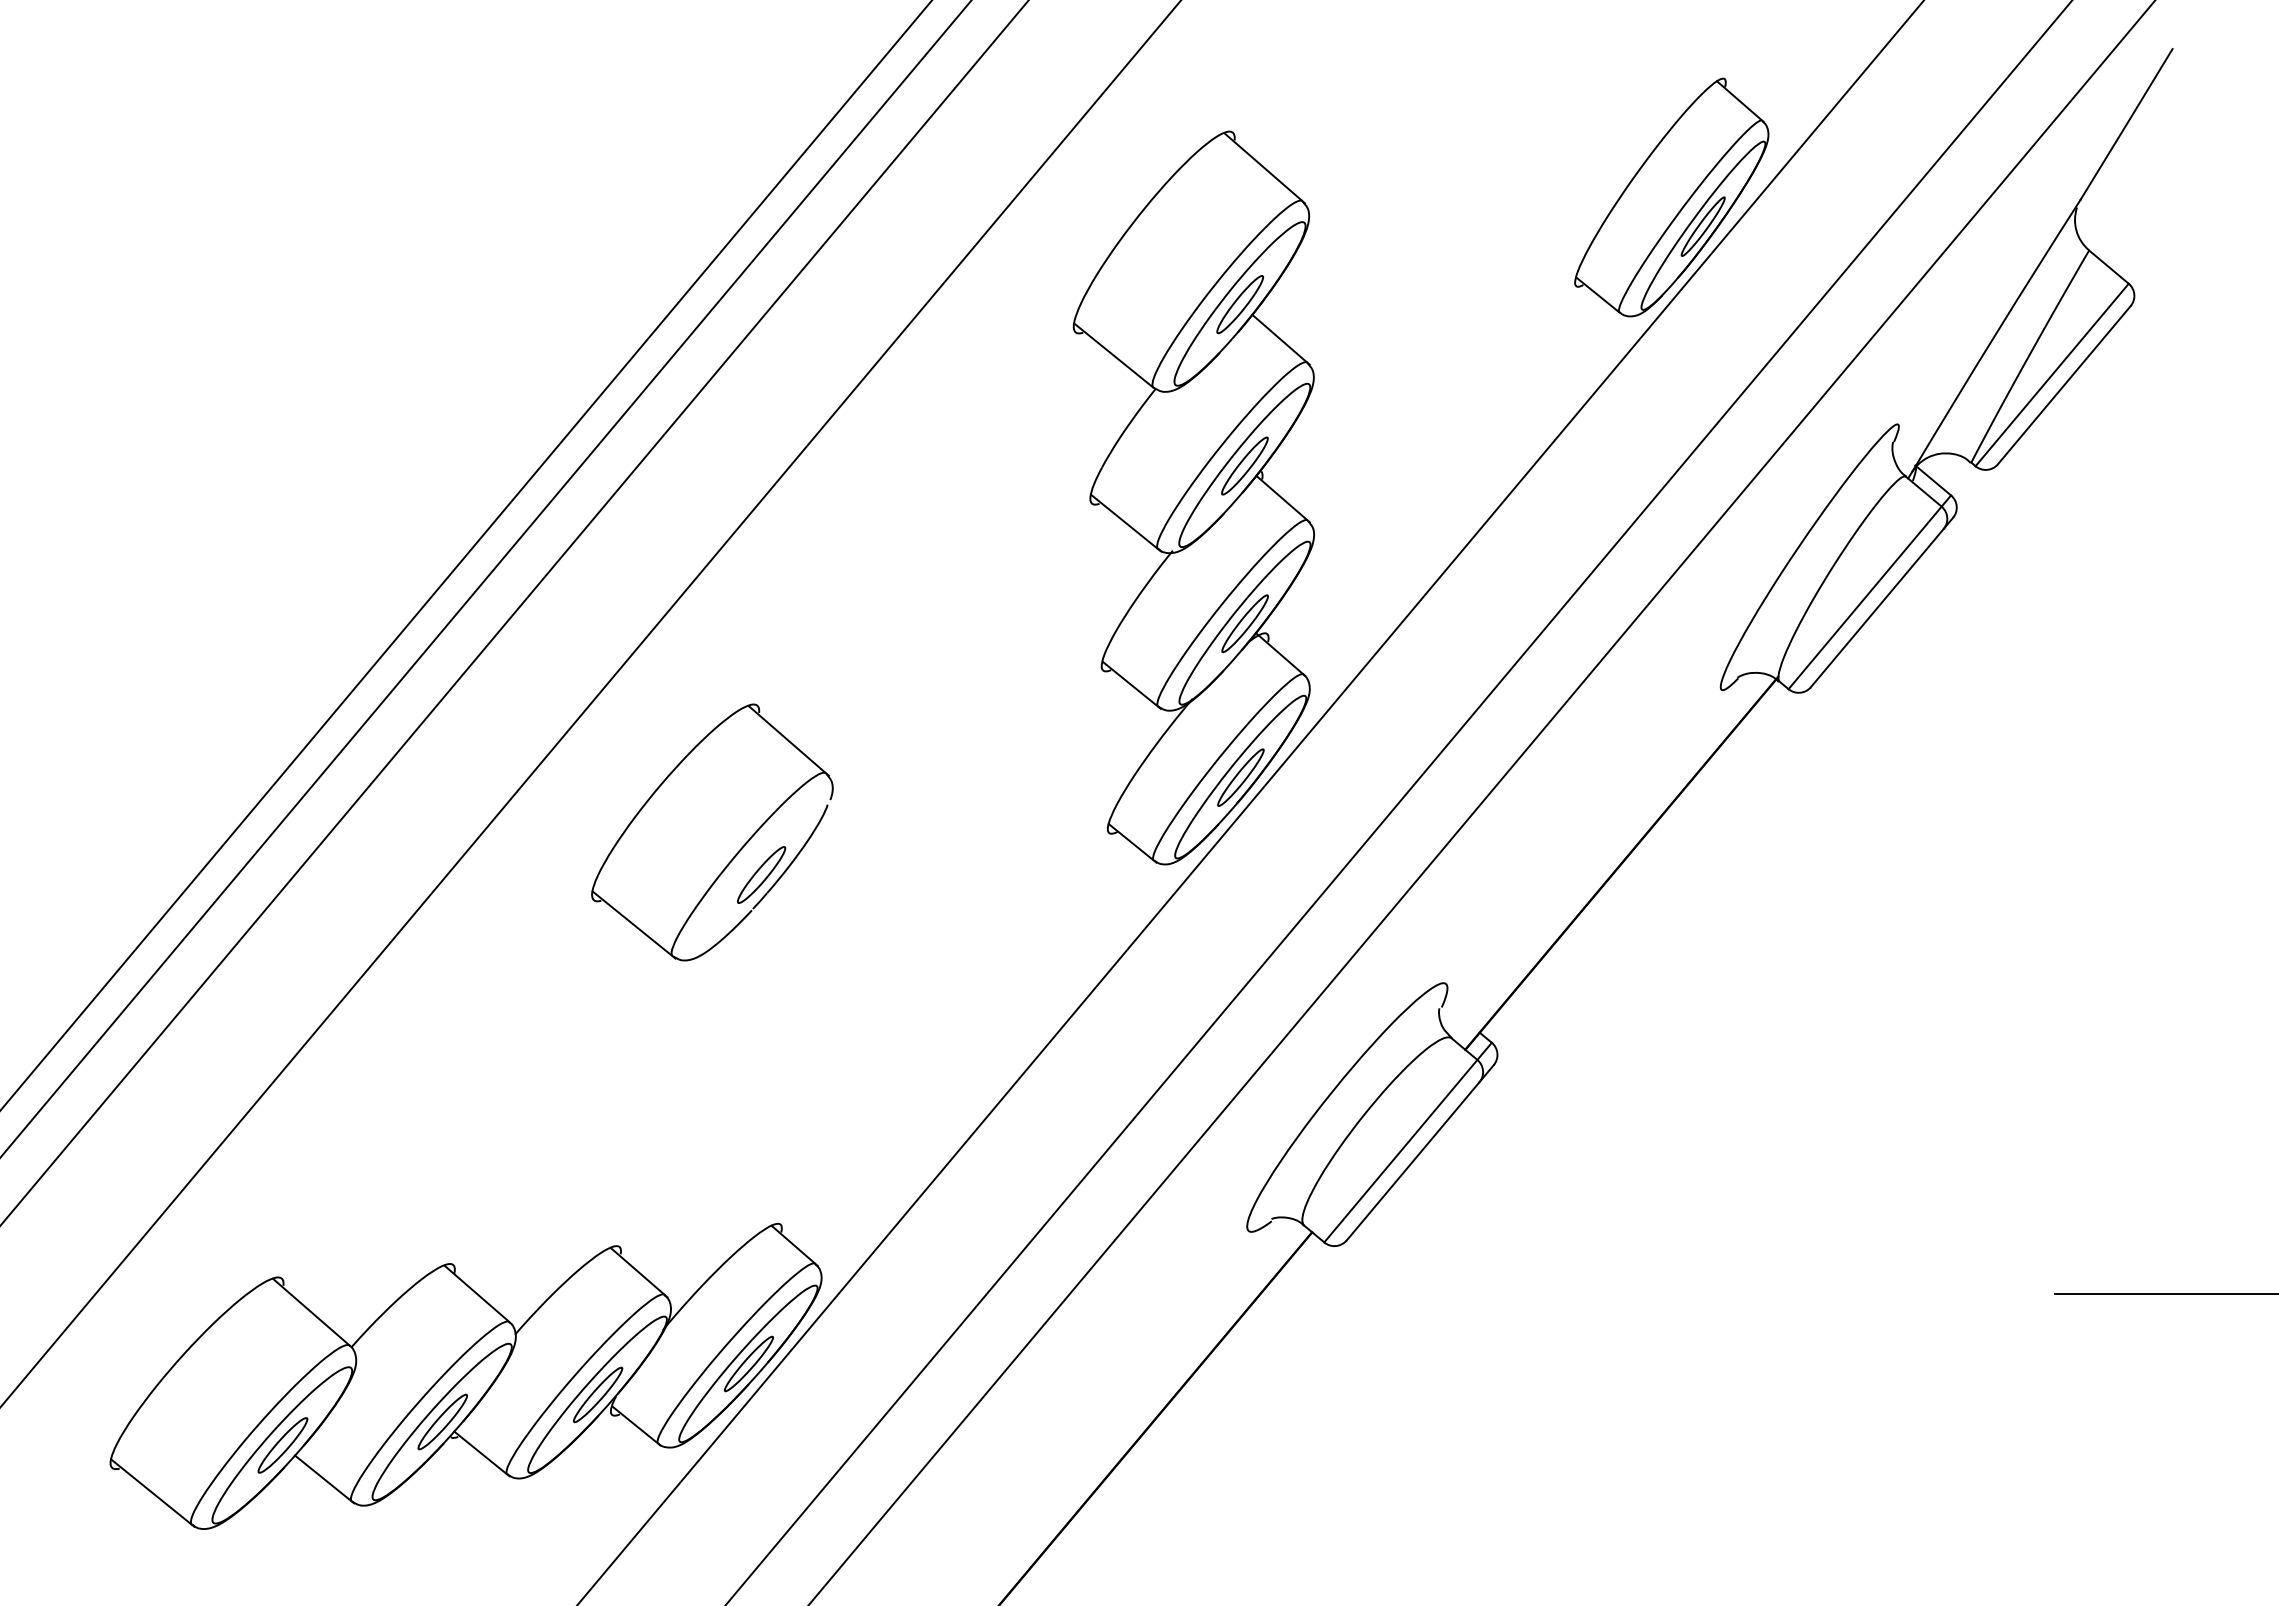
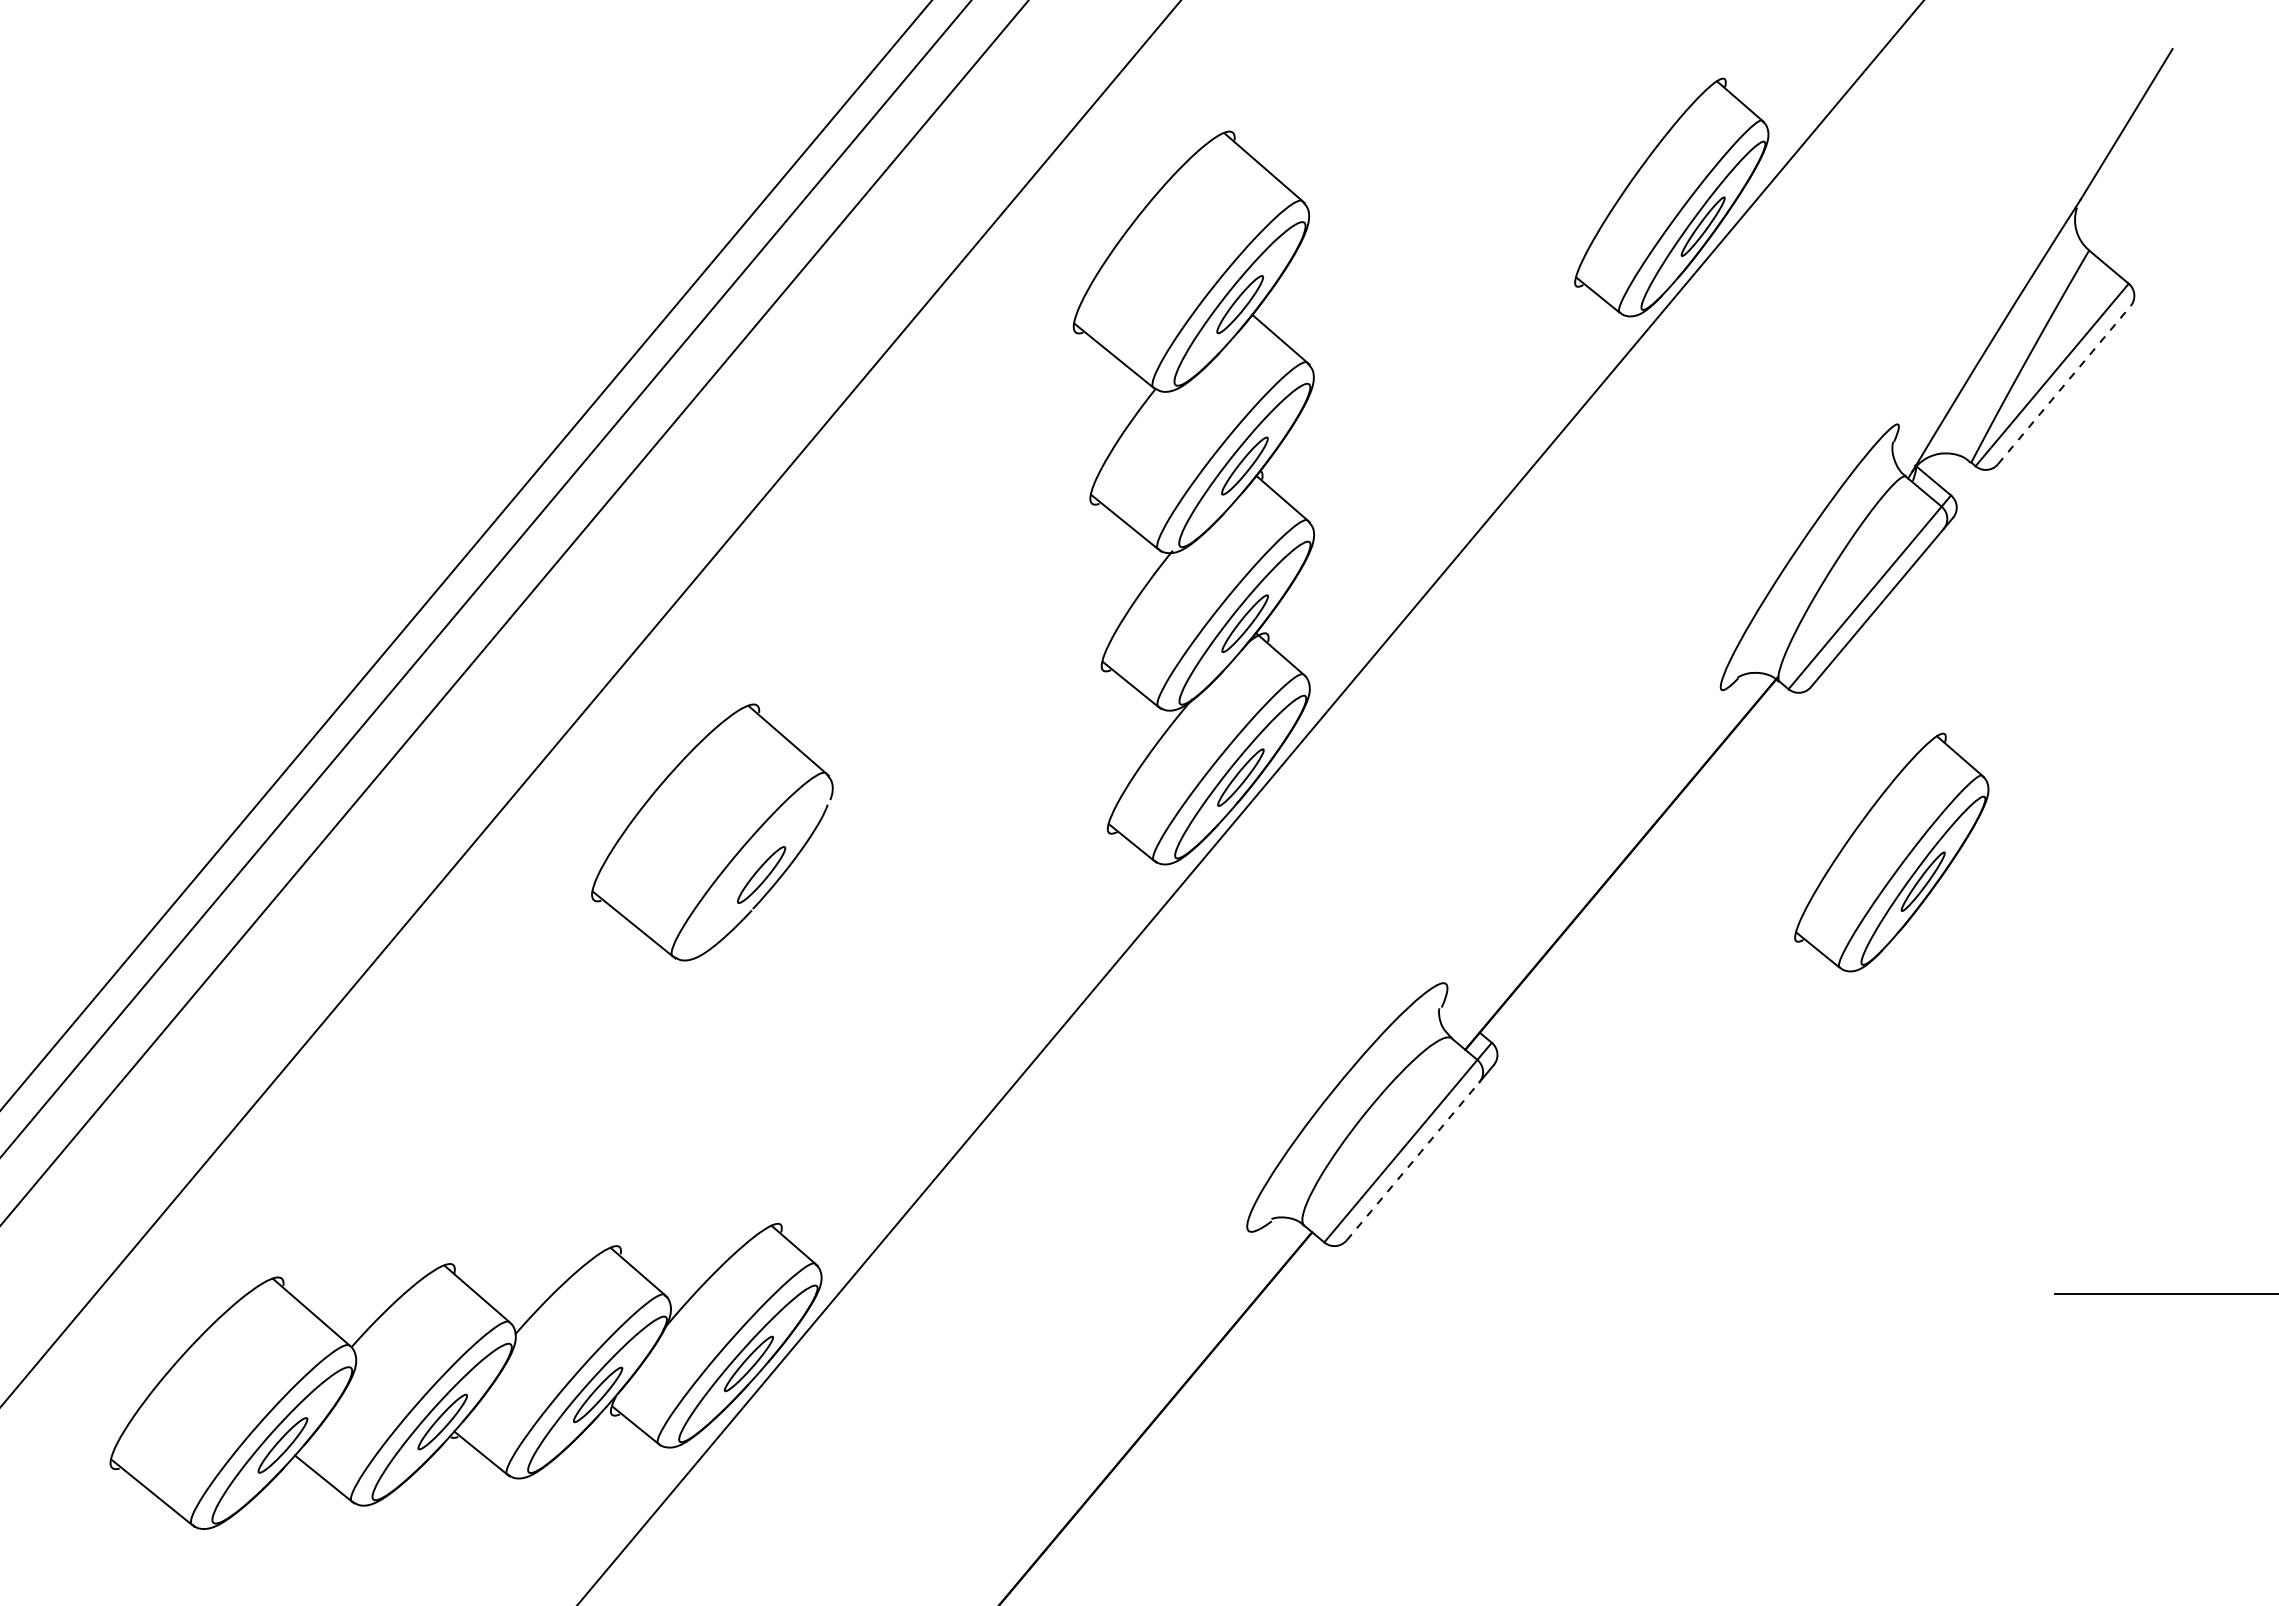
line at (2064, 384): solid -> dashed
line at (1398, 802): present -> none
line at (1482, 802): present -> none
part at (1891, 852): none -> present
line at (1413, 1161): solid -> dashed
